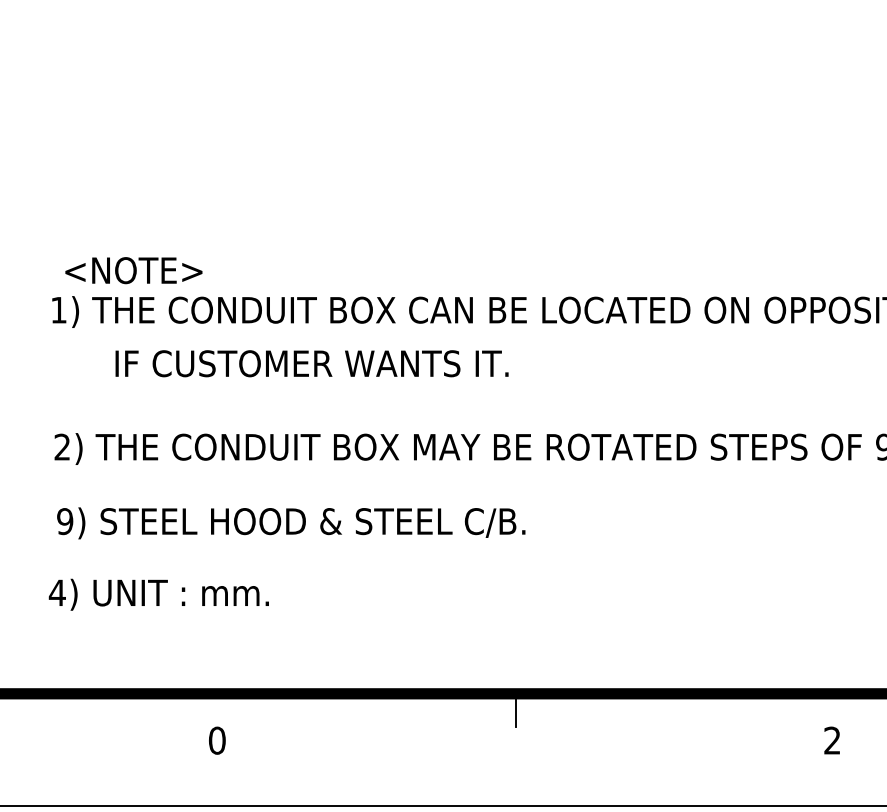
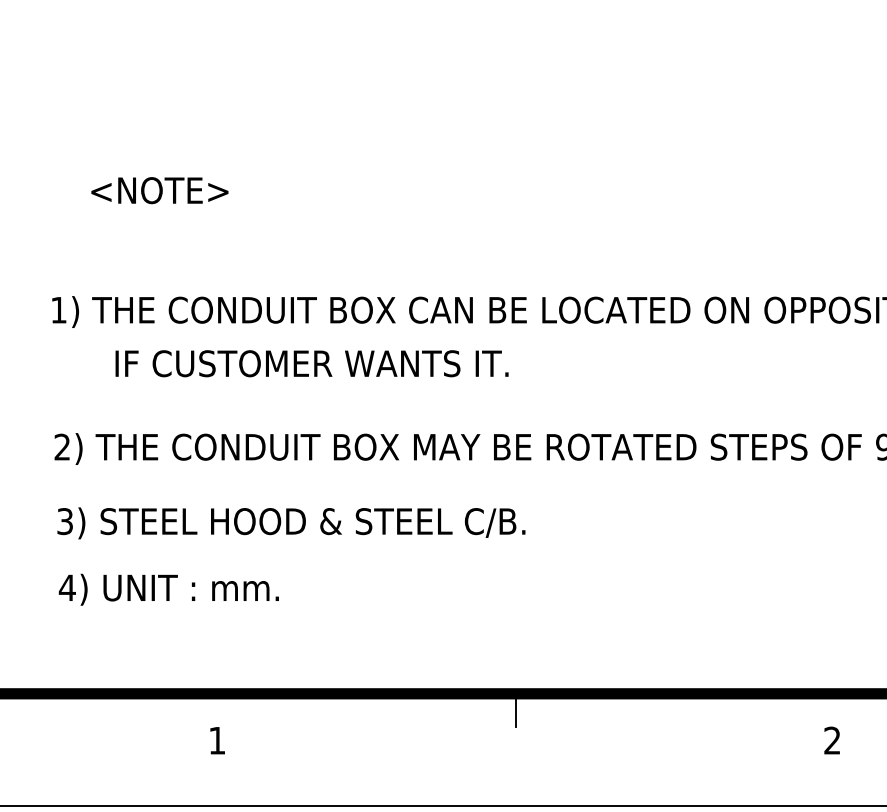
text at (133, 270) position: (133, 270) -> (159, 190)
text at (65, 521): 9) -> 3)
text at (158, 594) position: (158, 594) -> (168, 589)
text at (217, 740): 0 -> 1
